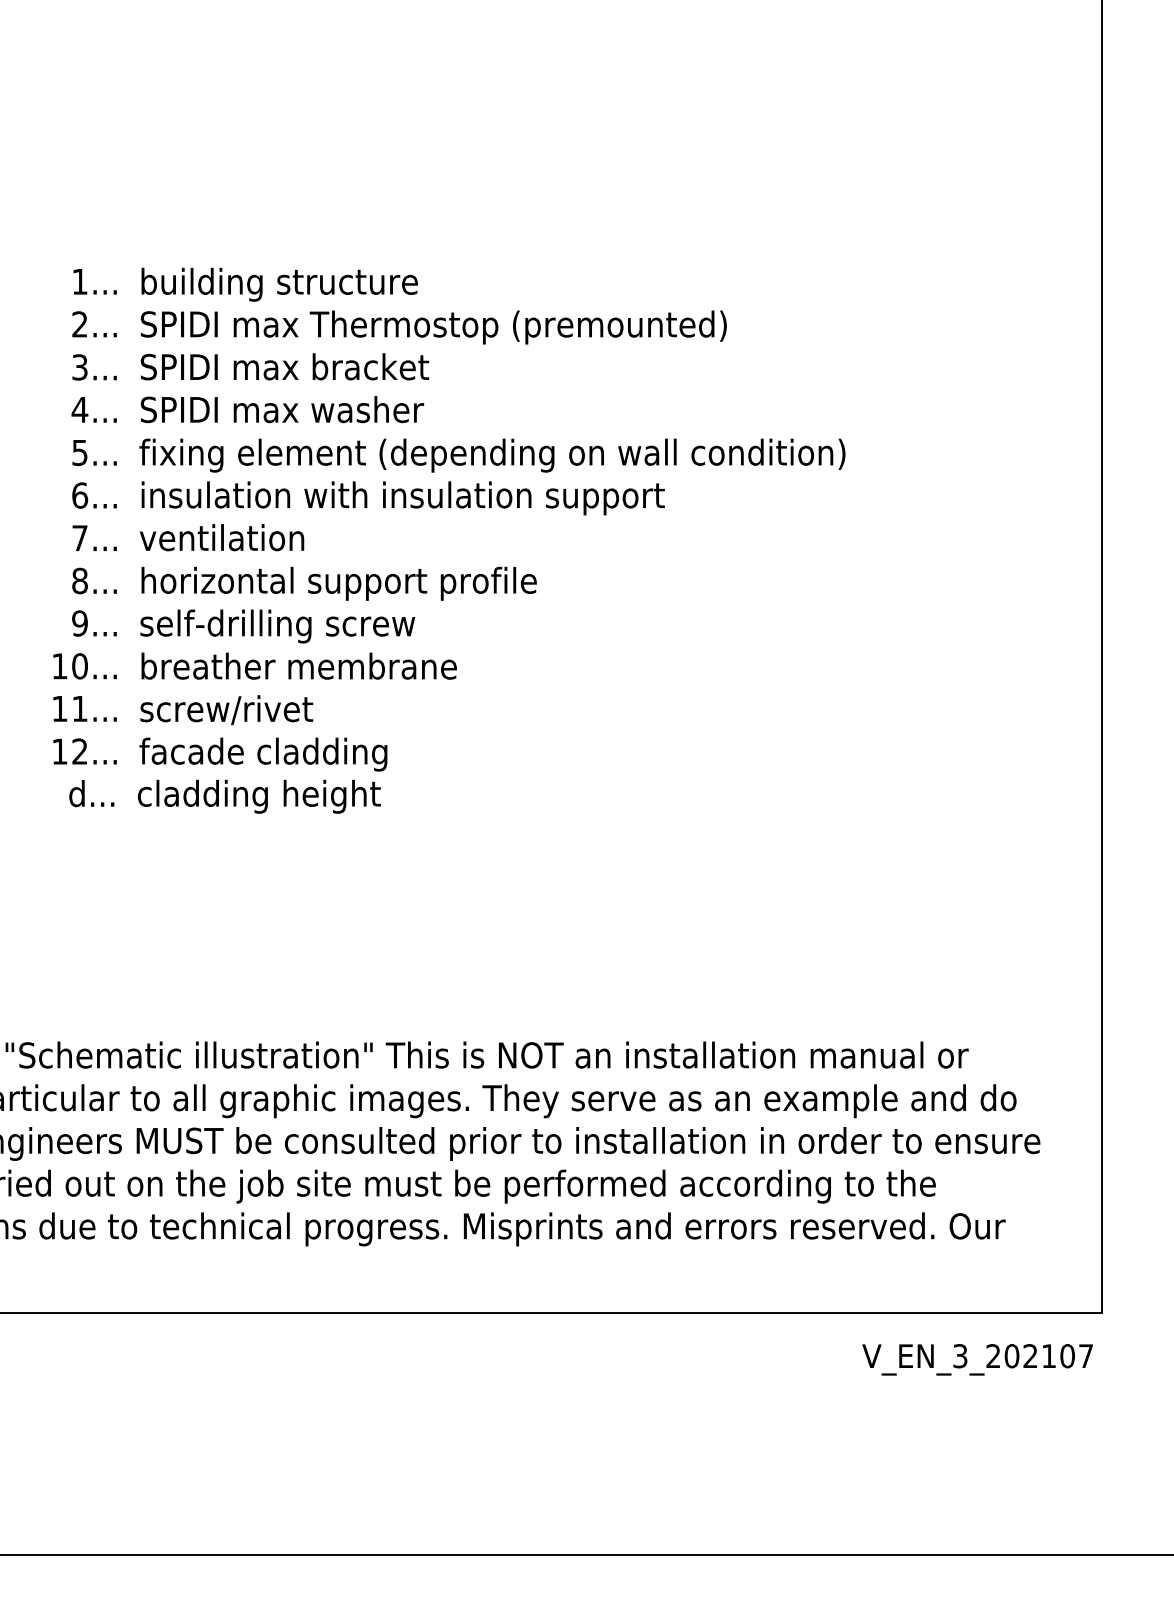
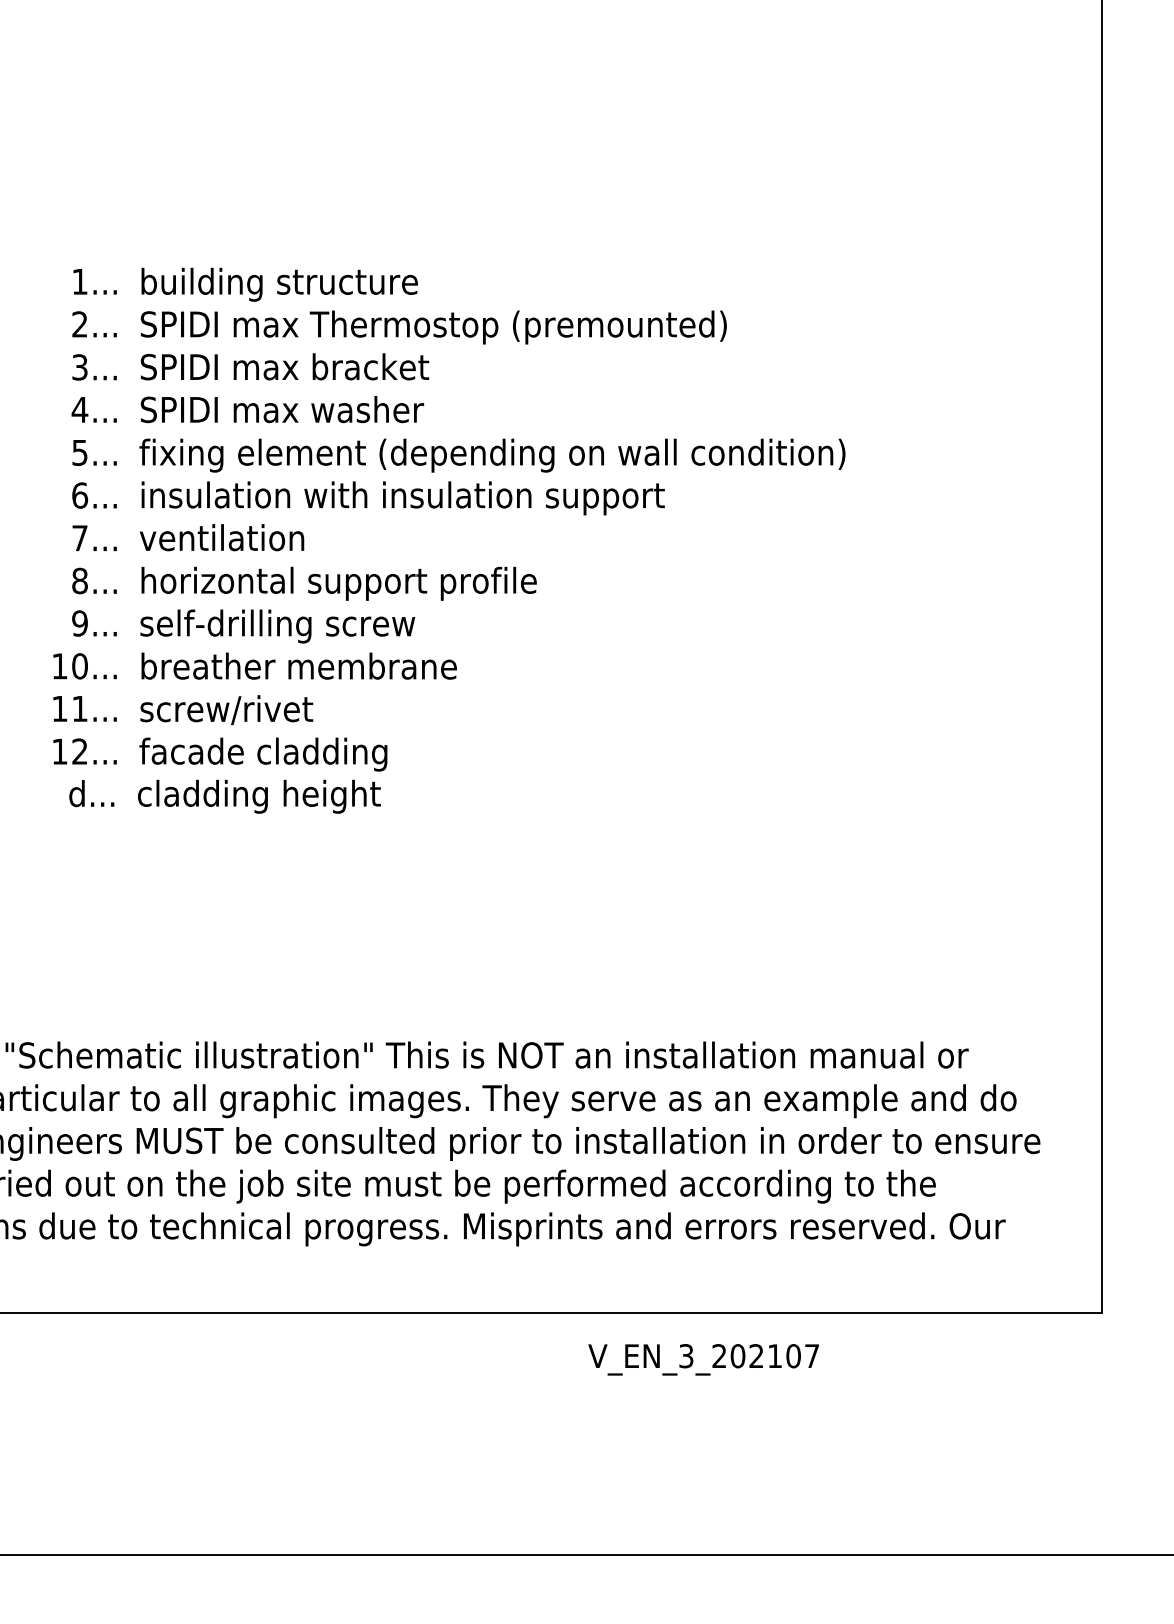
text at (977, 1359) position: (977, 1359) -> (703, 1359)
